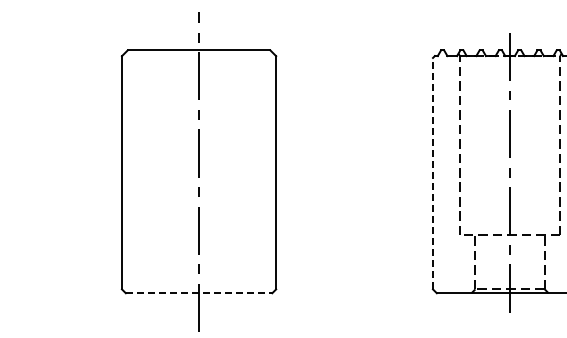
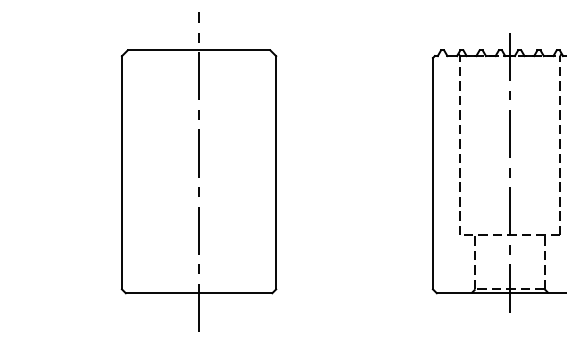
line at (432, 173): dashed -> solid
line at (199, 293): dashed -> solid
